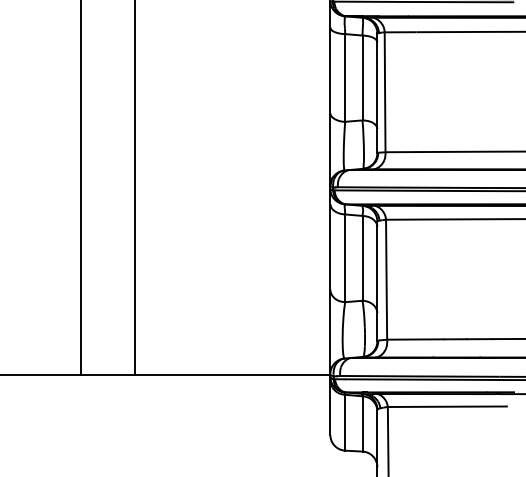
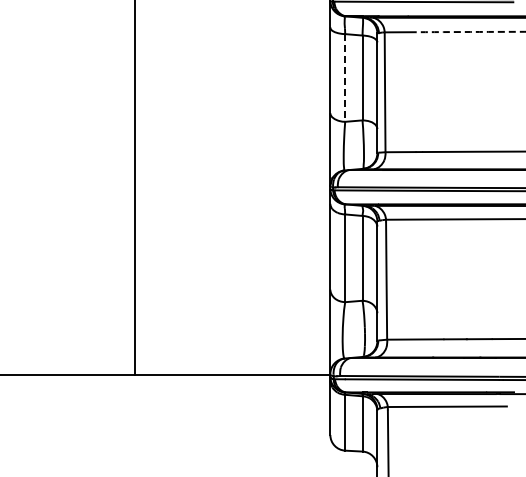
arc at (471, 32): solid -> dashed
line at (345, 77): solid -> dashed
line at (81, 188): present -> none
